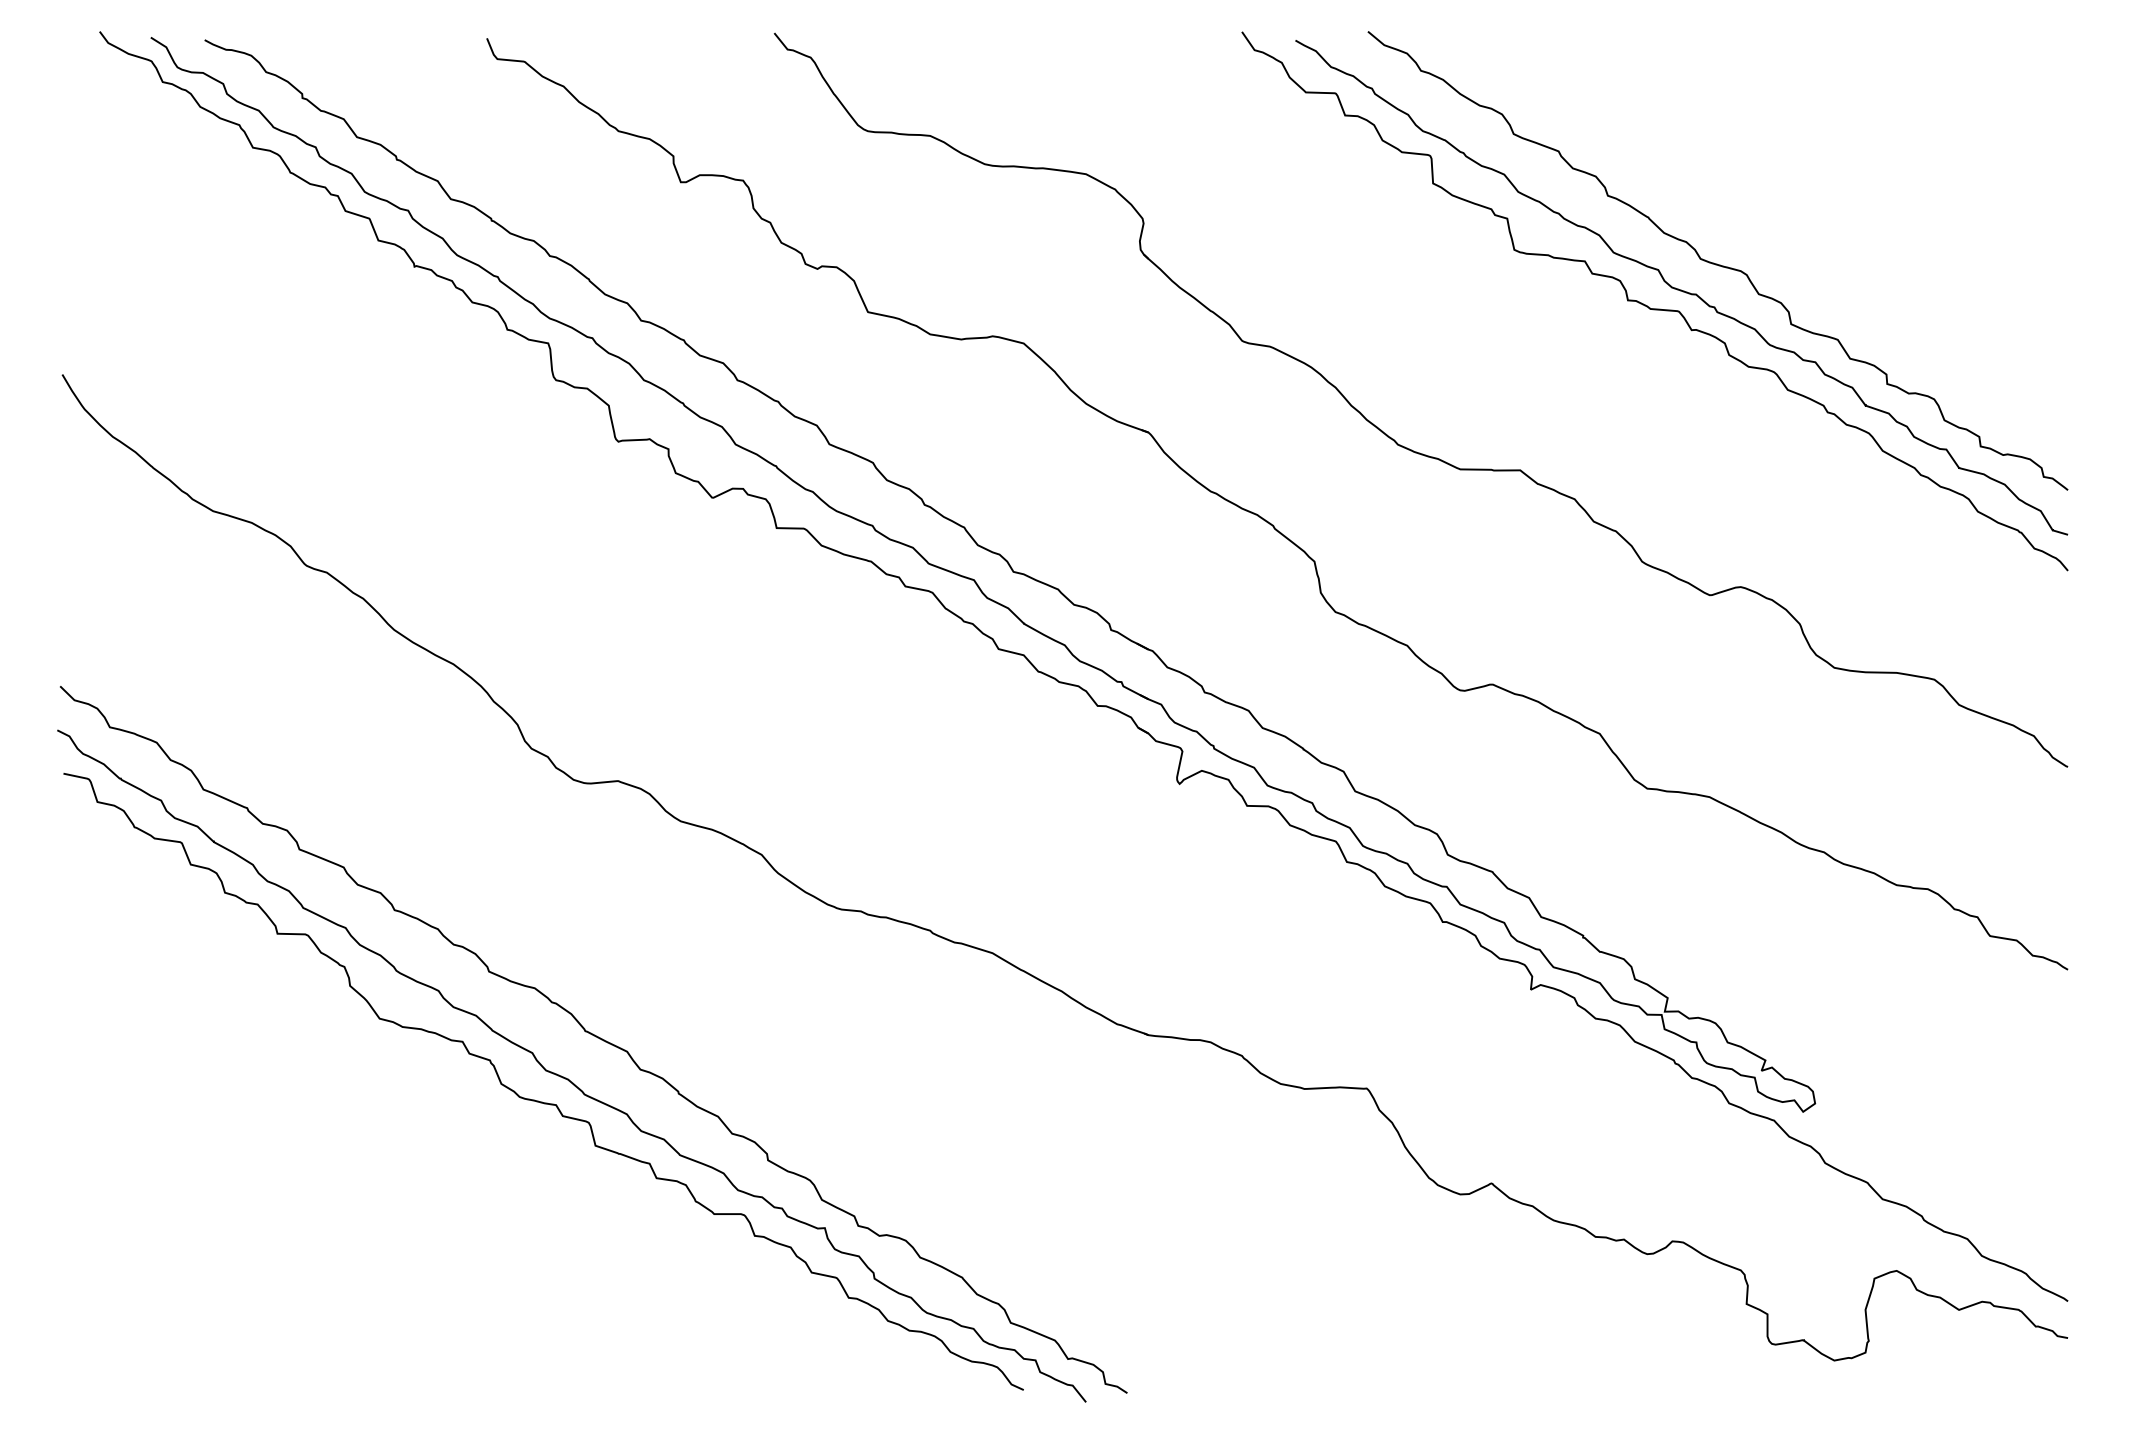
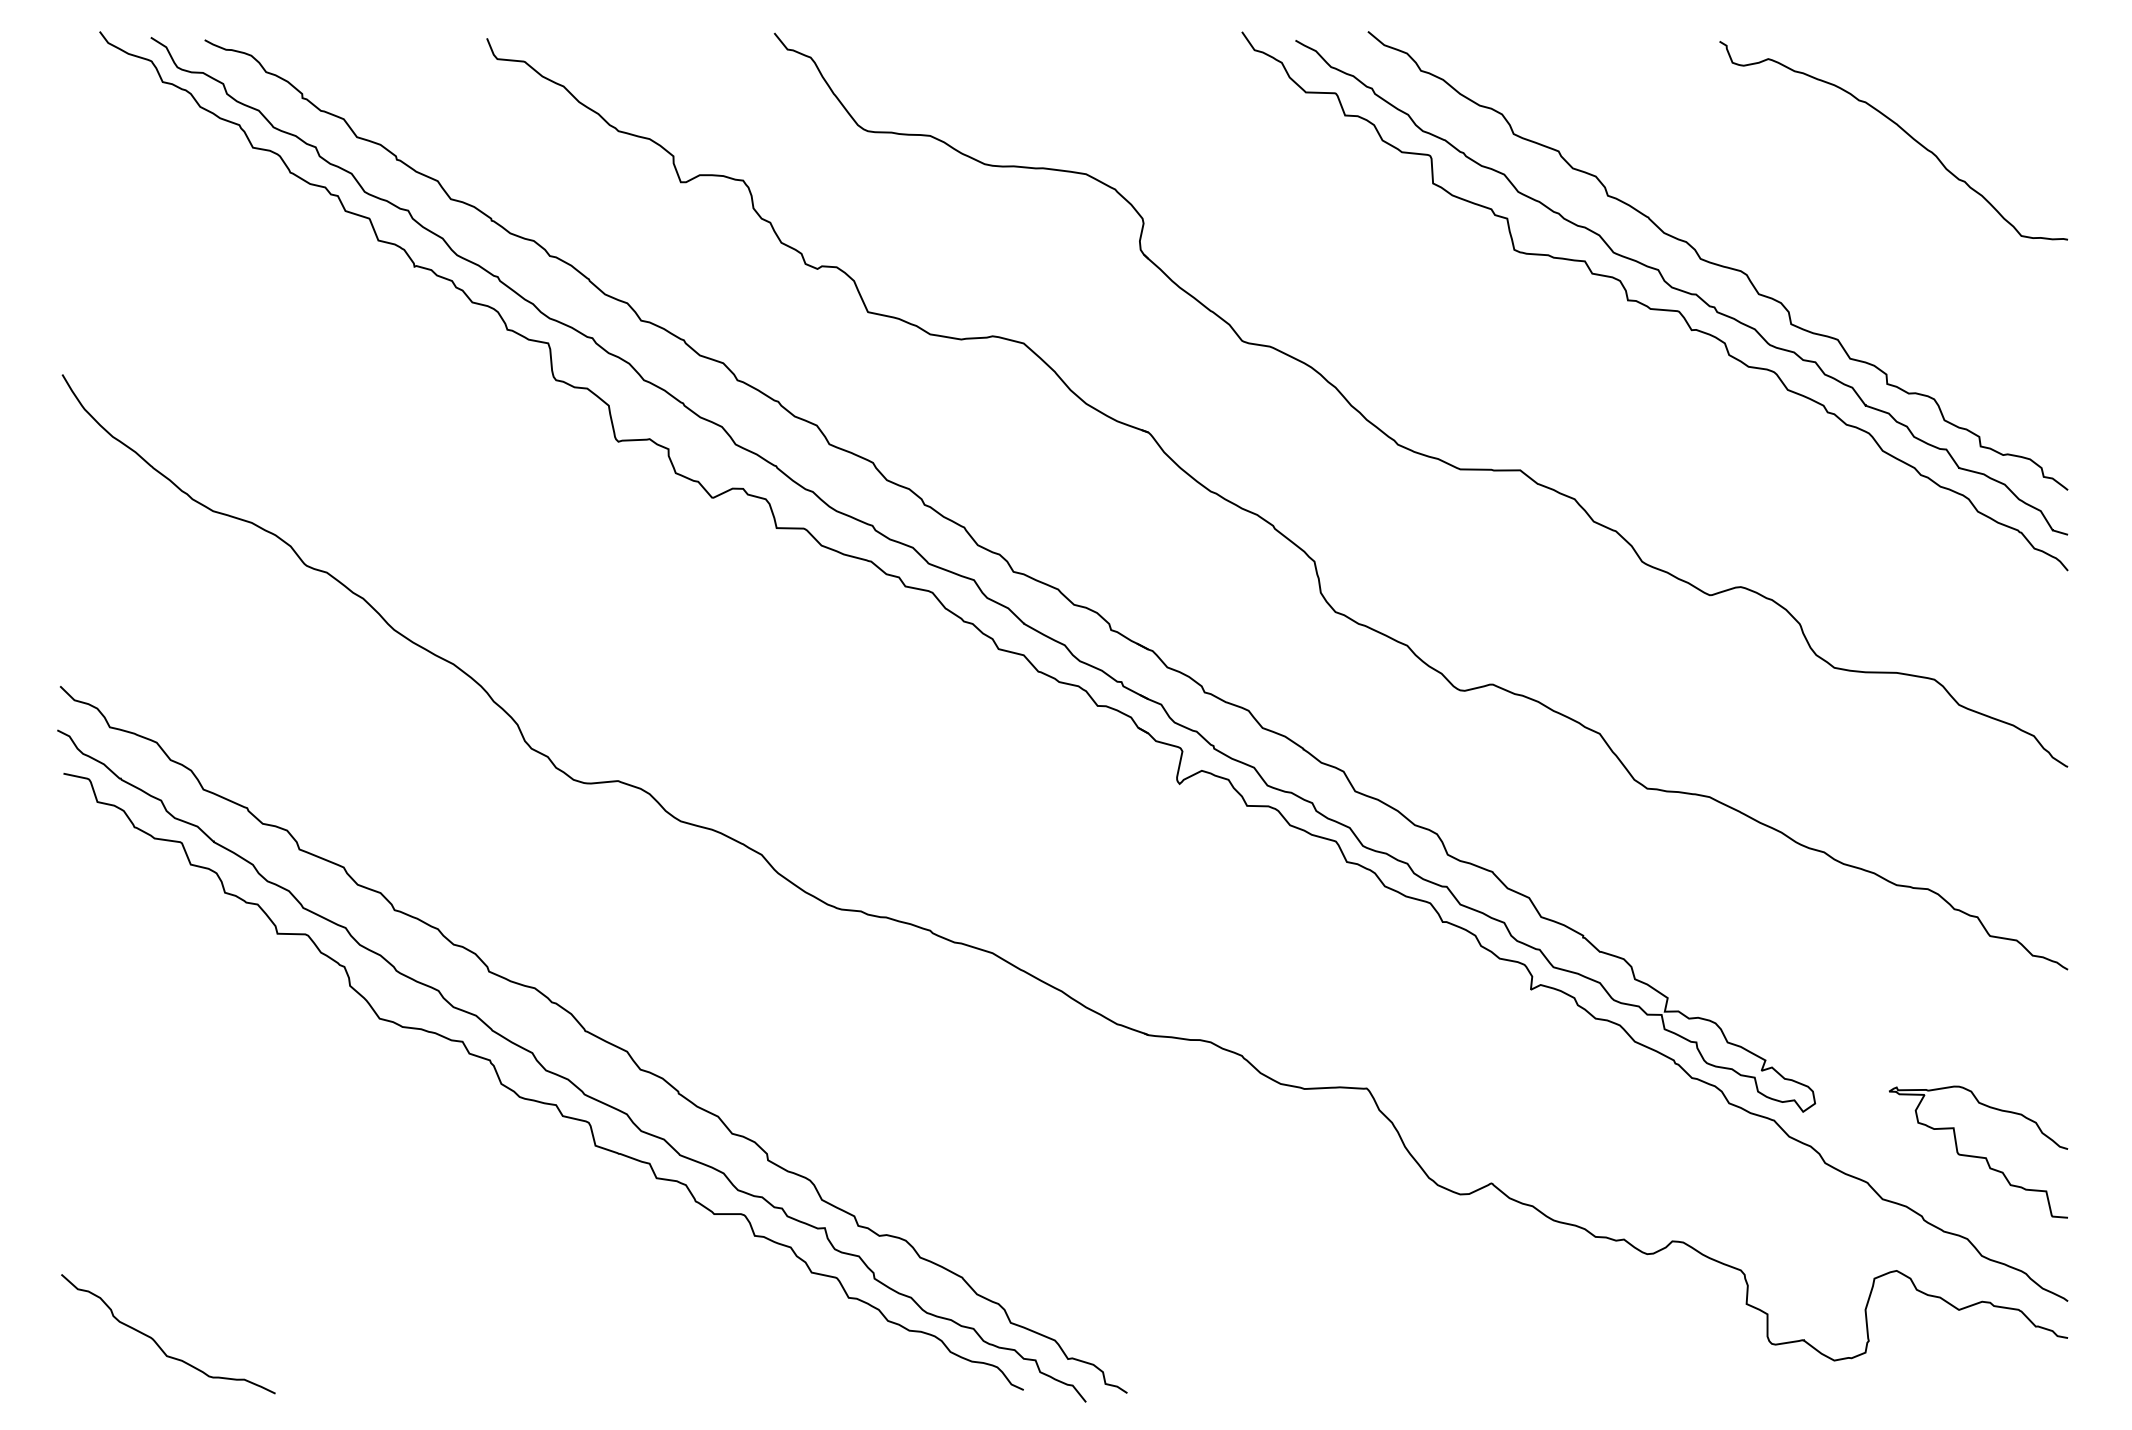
curve at (1902, 130): none -> present
curve at (1975, 1155): none -> present
curve at (156, 1341): none -> present
